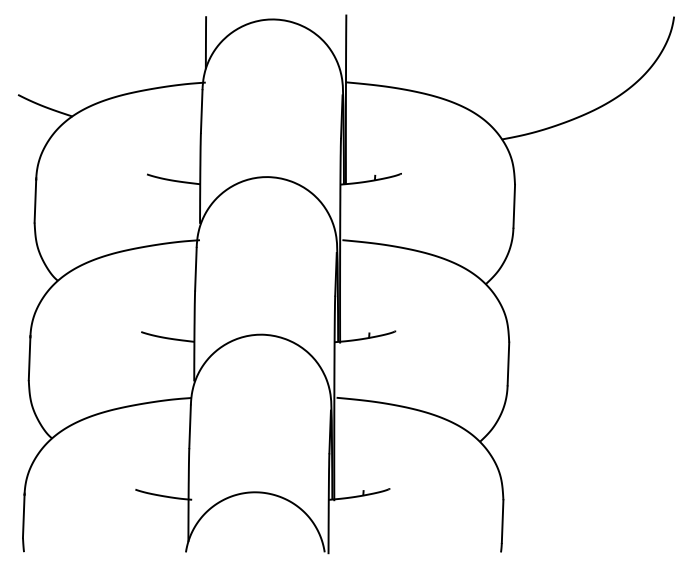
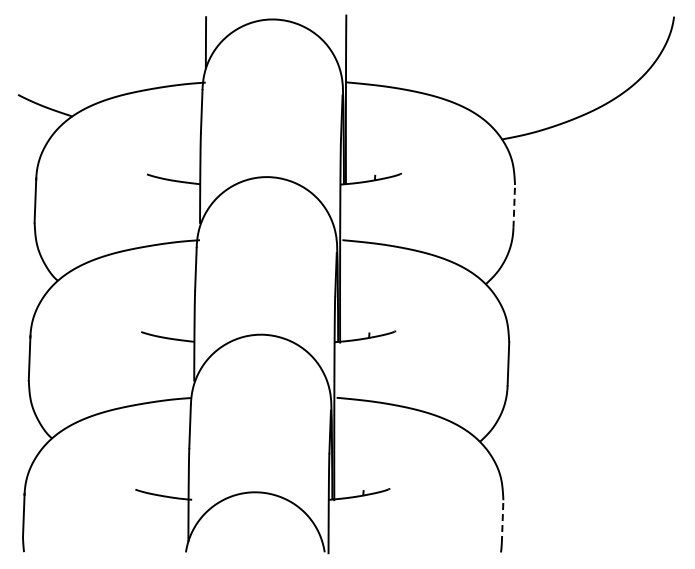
line at (514, 205): solid -> dashed
line at (502, 521): solid -> dashed
